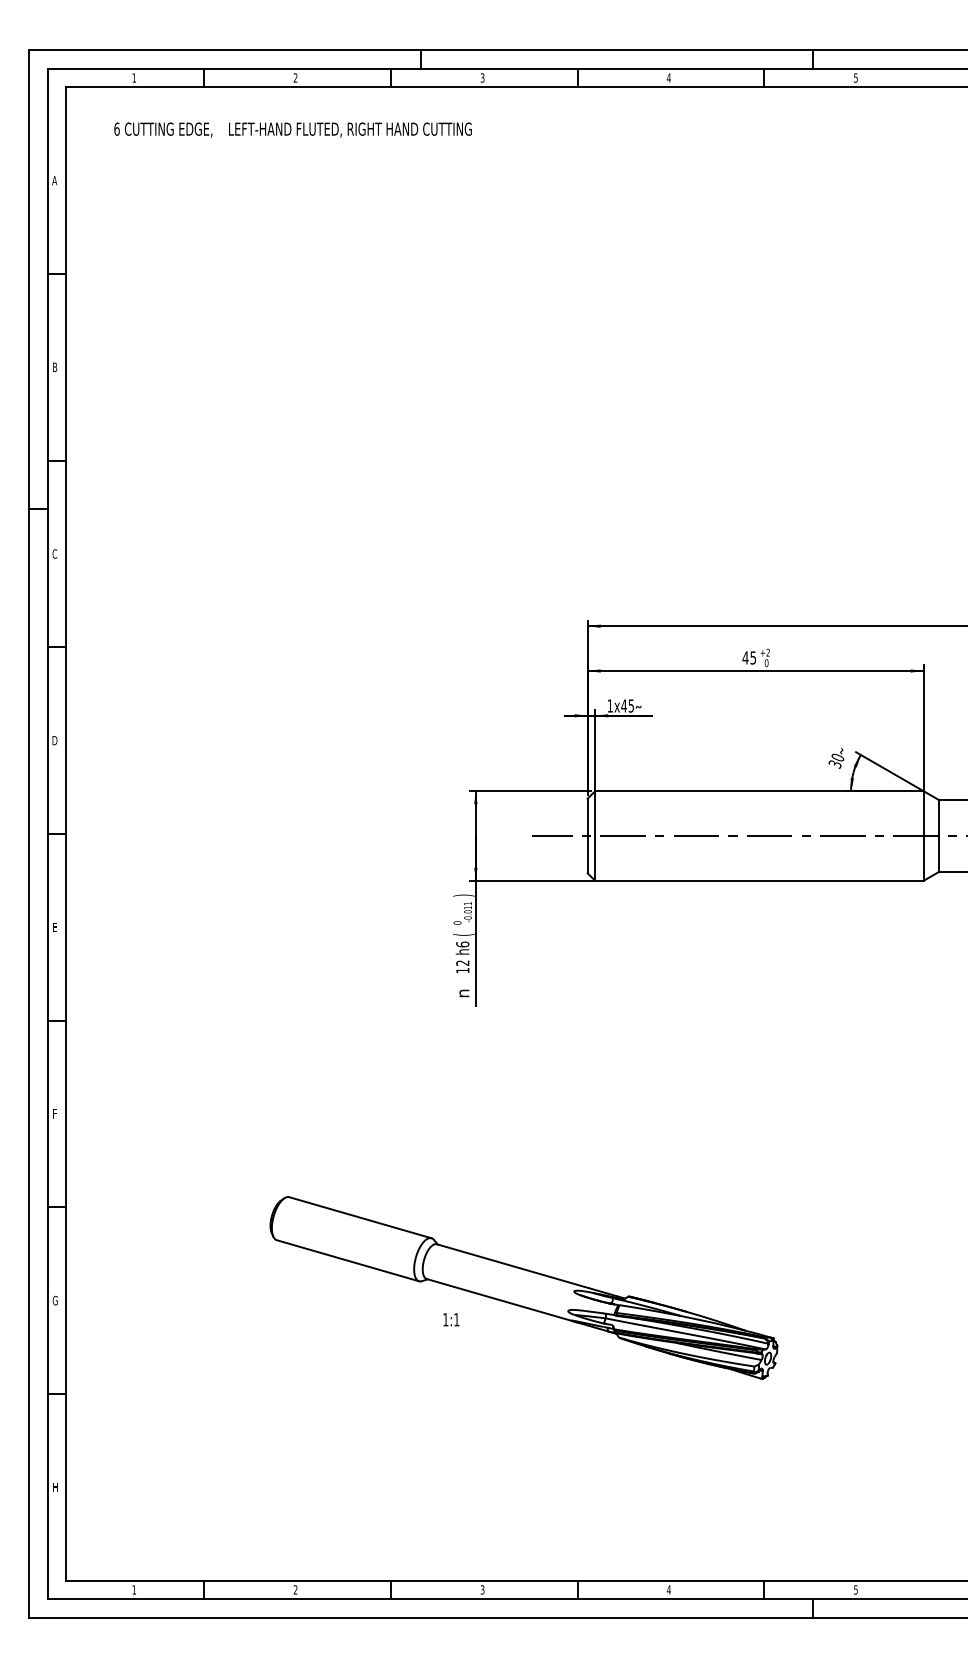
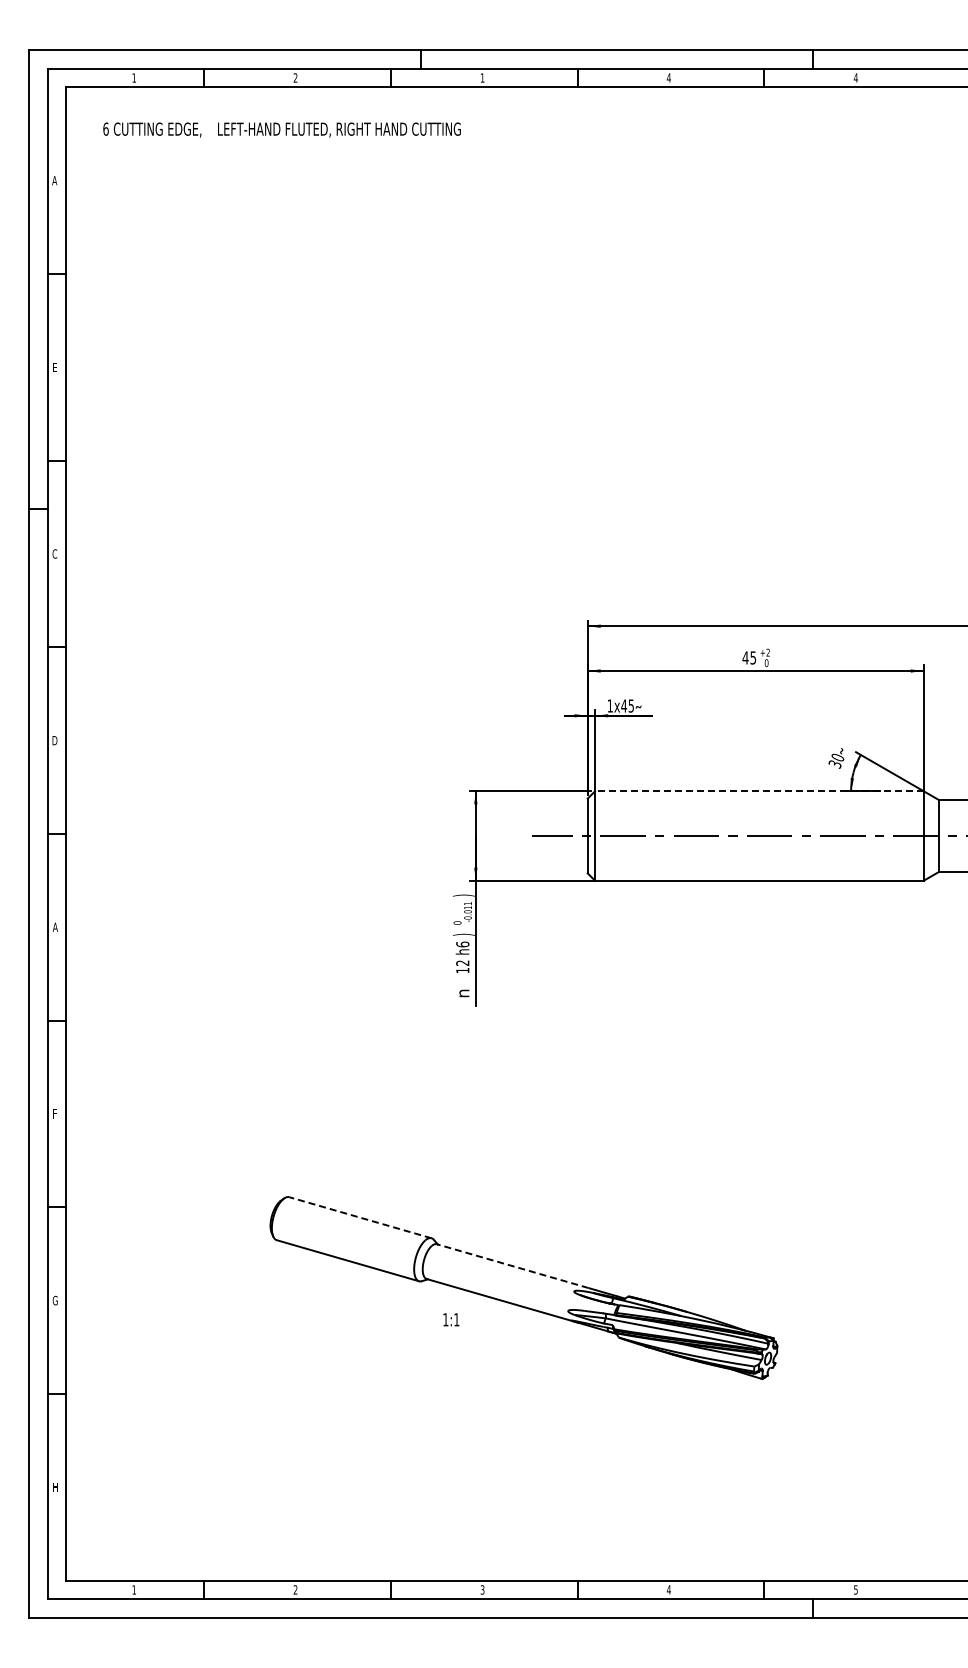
text at (482, 77): 3 -> 1
text at (855, 77): 5 -> 4
text at (292, 129) position: (292, 129) -> (281, 129)
text at (55, 366): B -> E
line at (758, 791): solid -> dashed
text at (54, 926): E -> A
text at (463, 934): ( -> )
line at (359, 1217): solid -> dashed
line at (512, 1266): solid -> dashed
